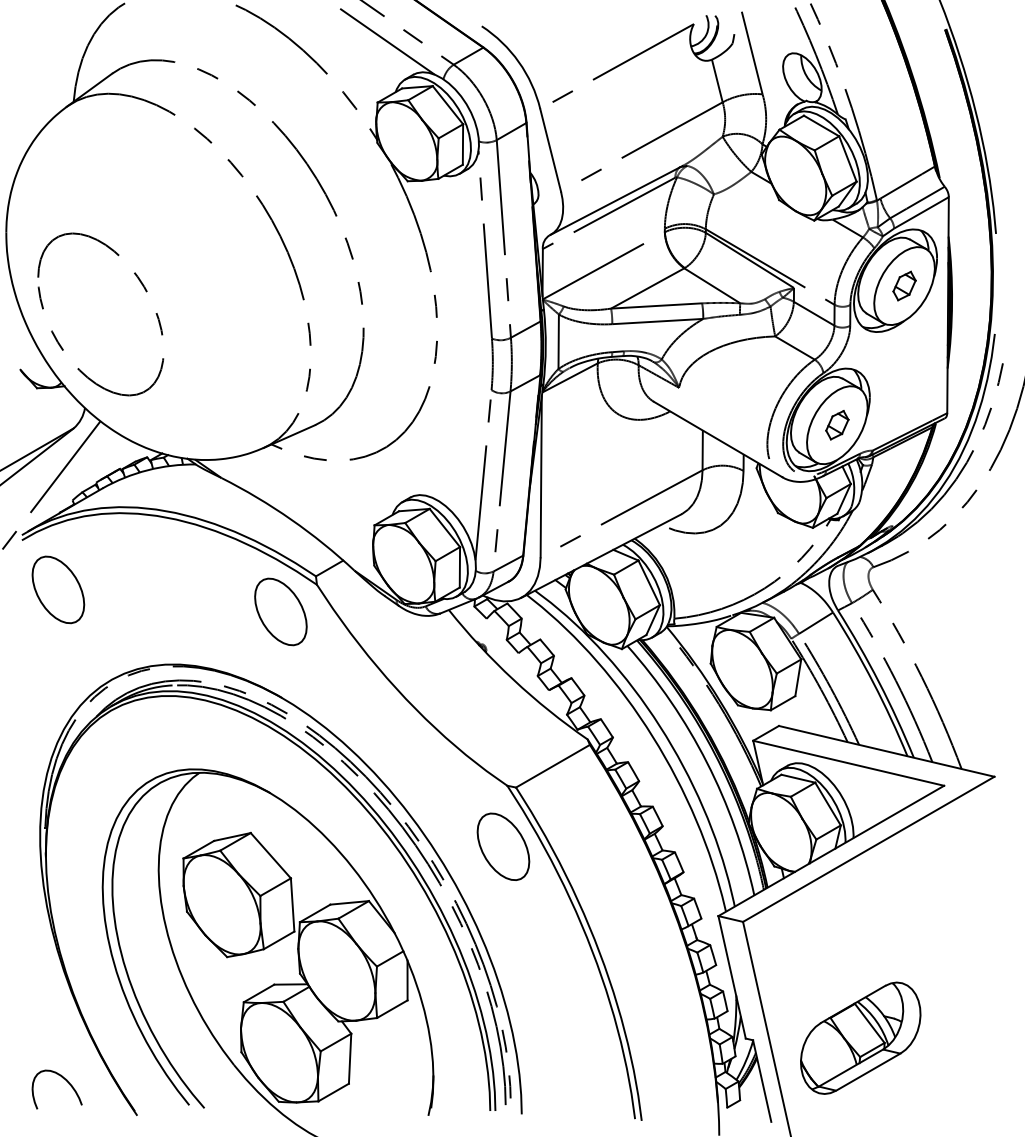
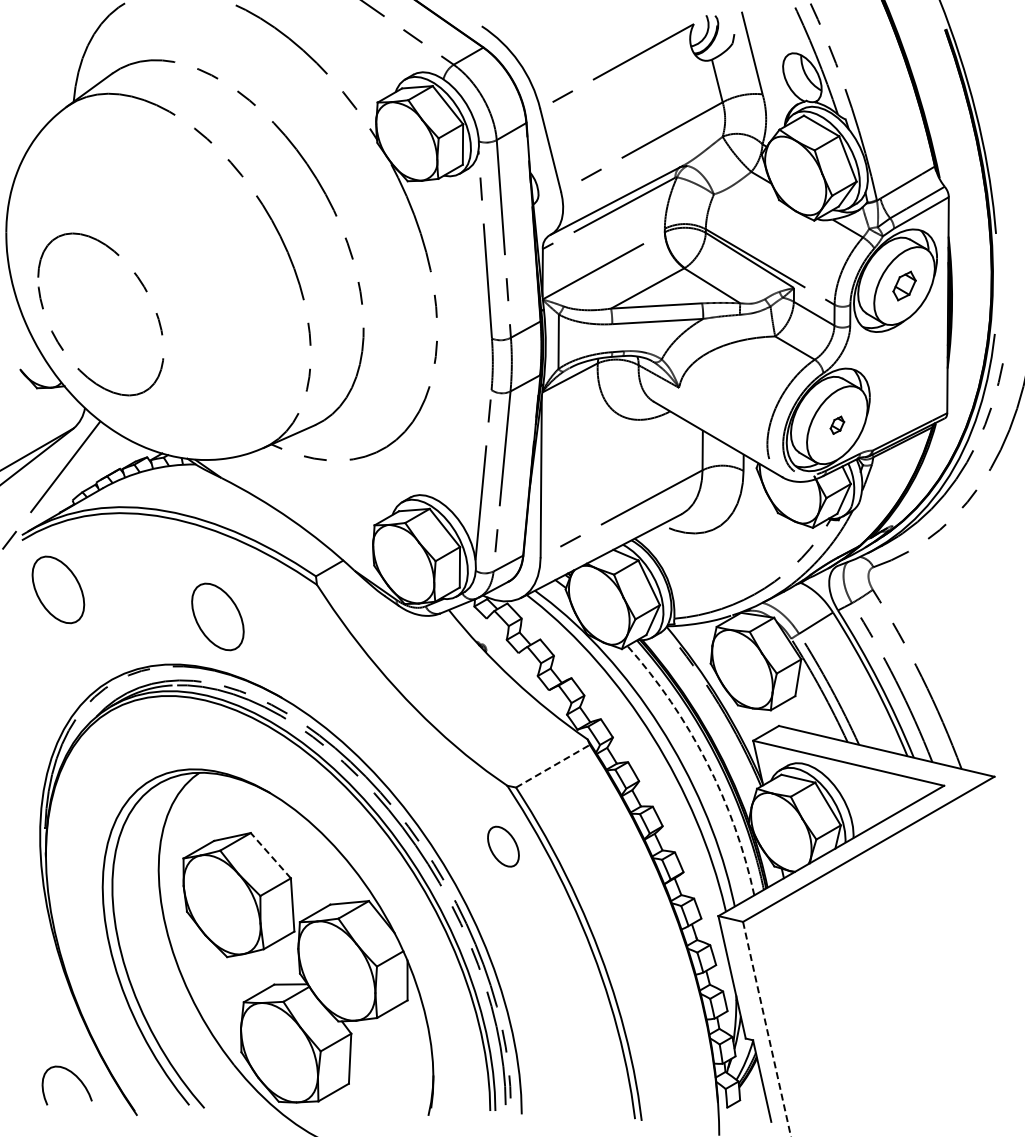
line at (382, 38): present -> none
part at (837, 425) size: 25x31 px -> 17x20 px
part at (280, 611) position: (280, 611) -> (217, 616)
arc at (706, 762): solid -> dashed
line at (553, 766): solid -> dashed
part at (503, 846) size: 55x69 px -> 33x43 px
line at (270, 855): solid -> dashed
line at (766, 1029): solid -> dashed
part at (860, 1037): present -> none
part at (62, 1078) position: (62, 1078) -> (72, 1074)
